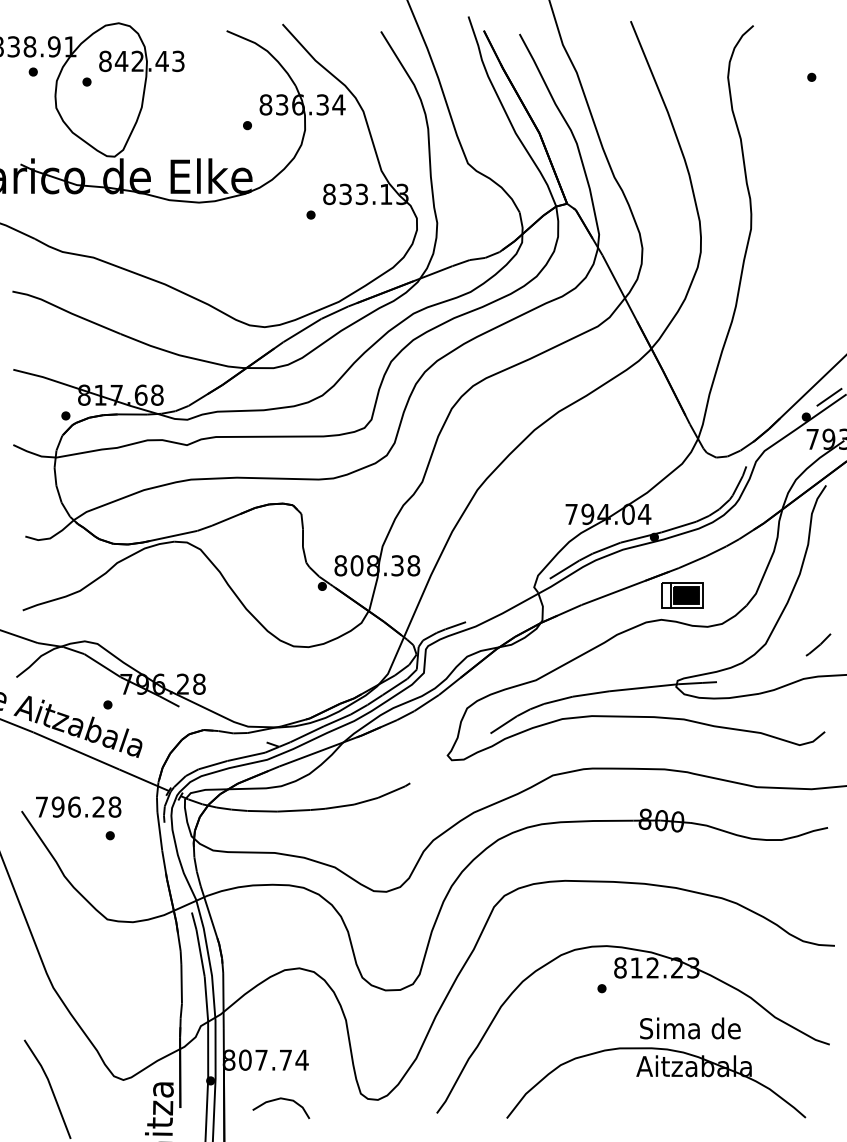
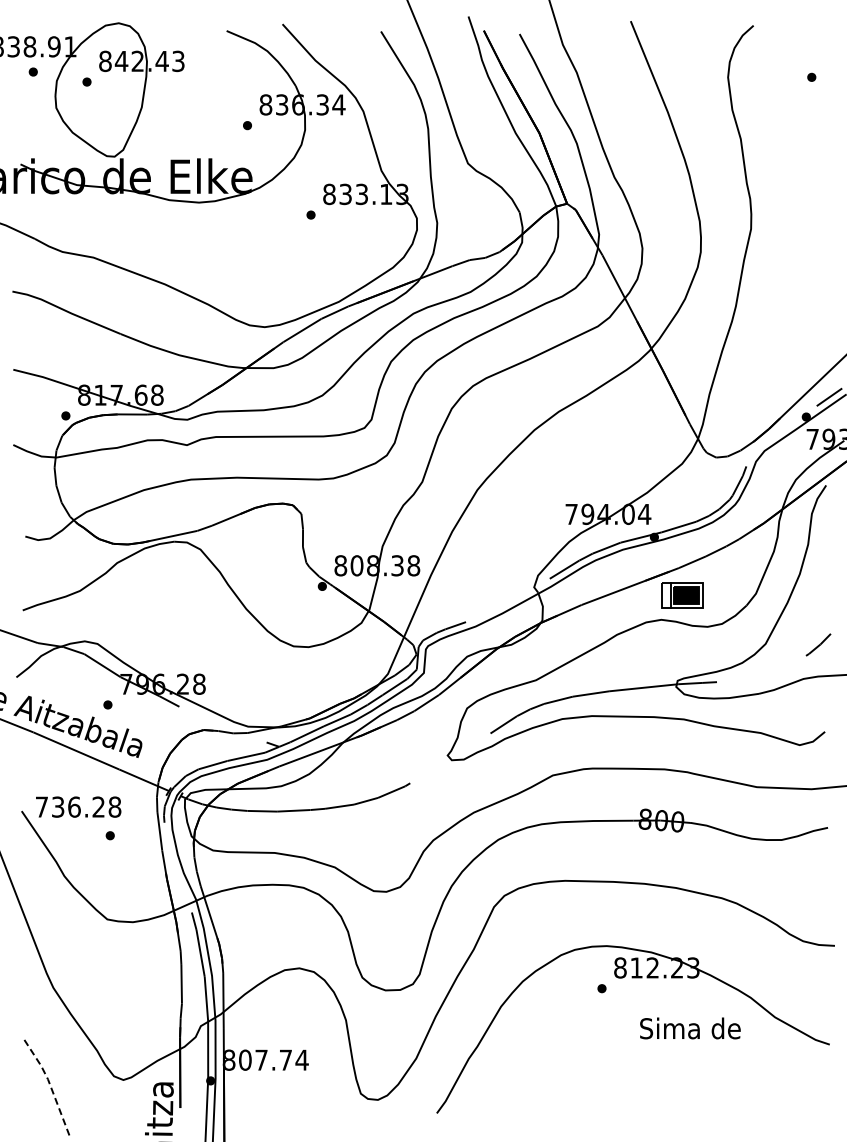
text at (57, 806): 796.28 -> 736.28
part at (656, 1082): present -> none
line at (50, 1086): solid -> dashed
curve at (277, 1100): present -> none
